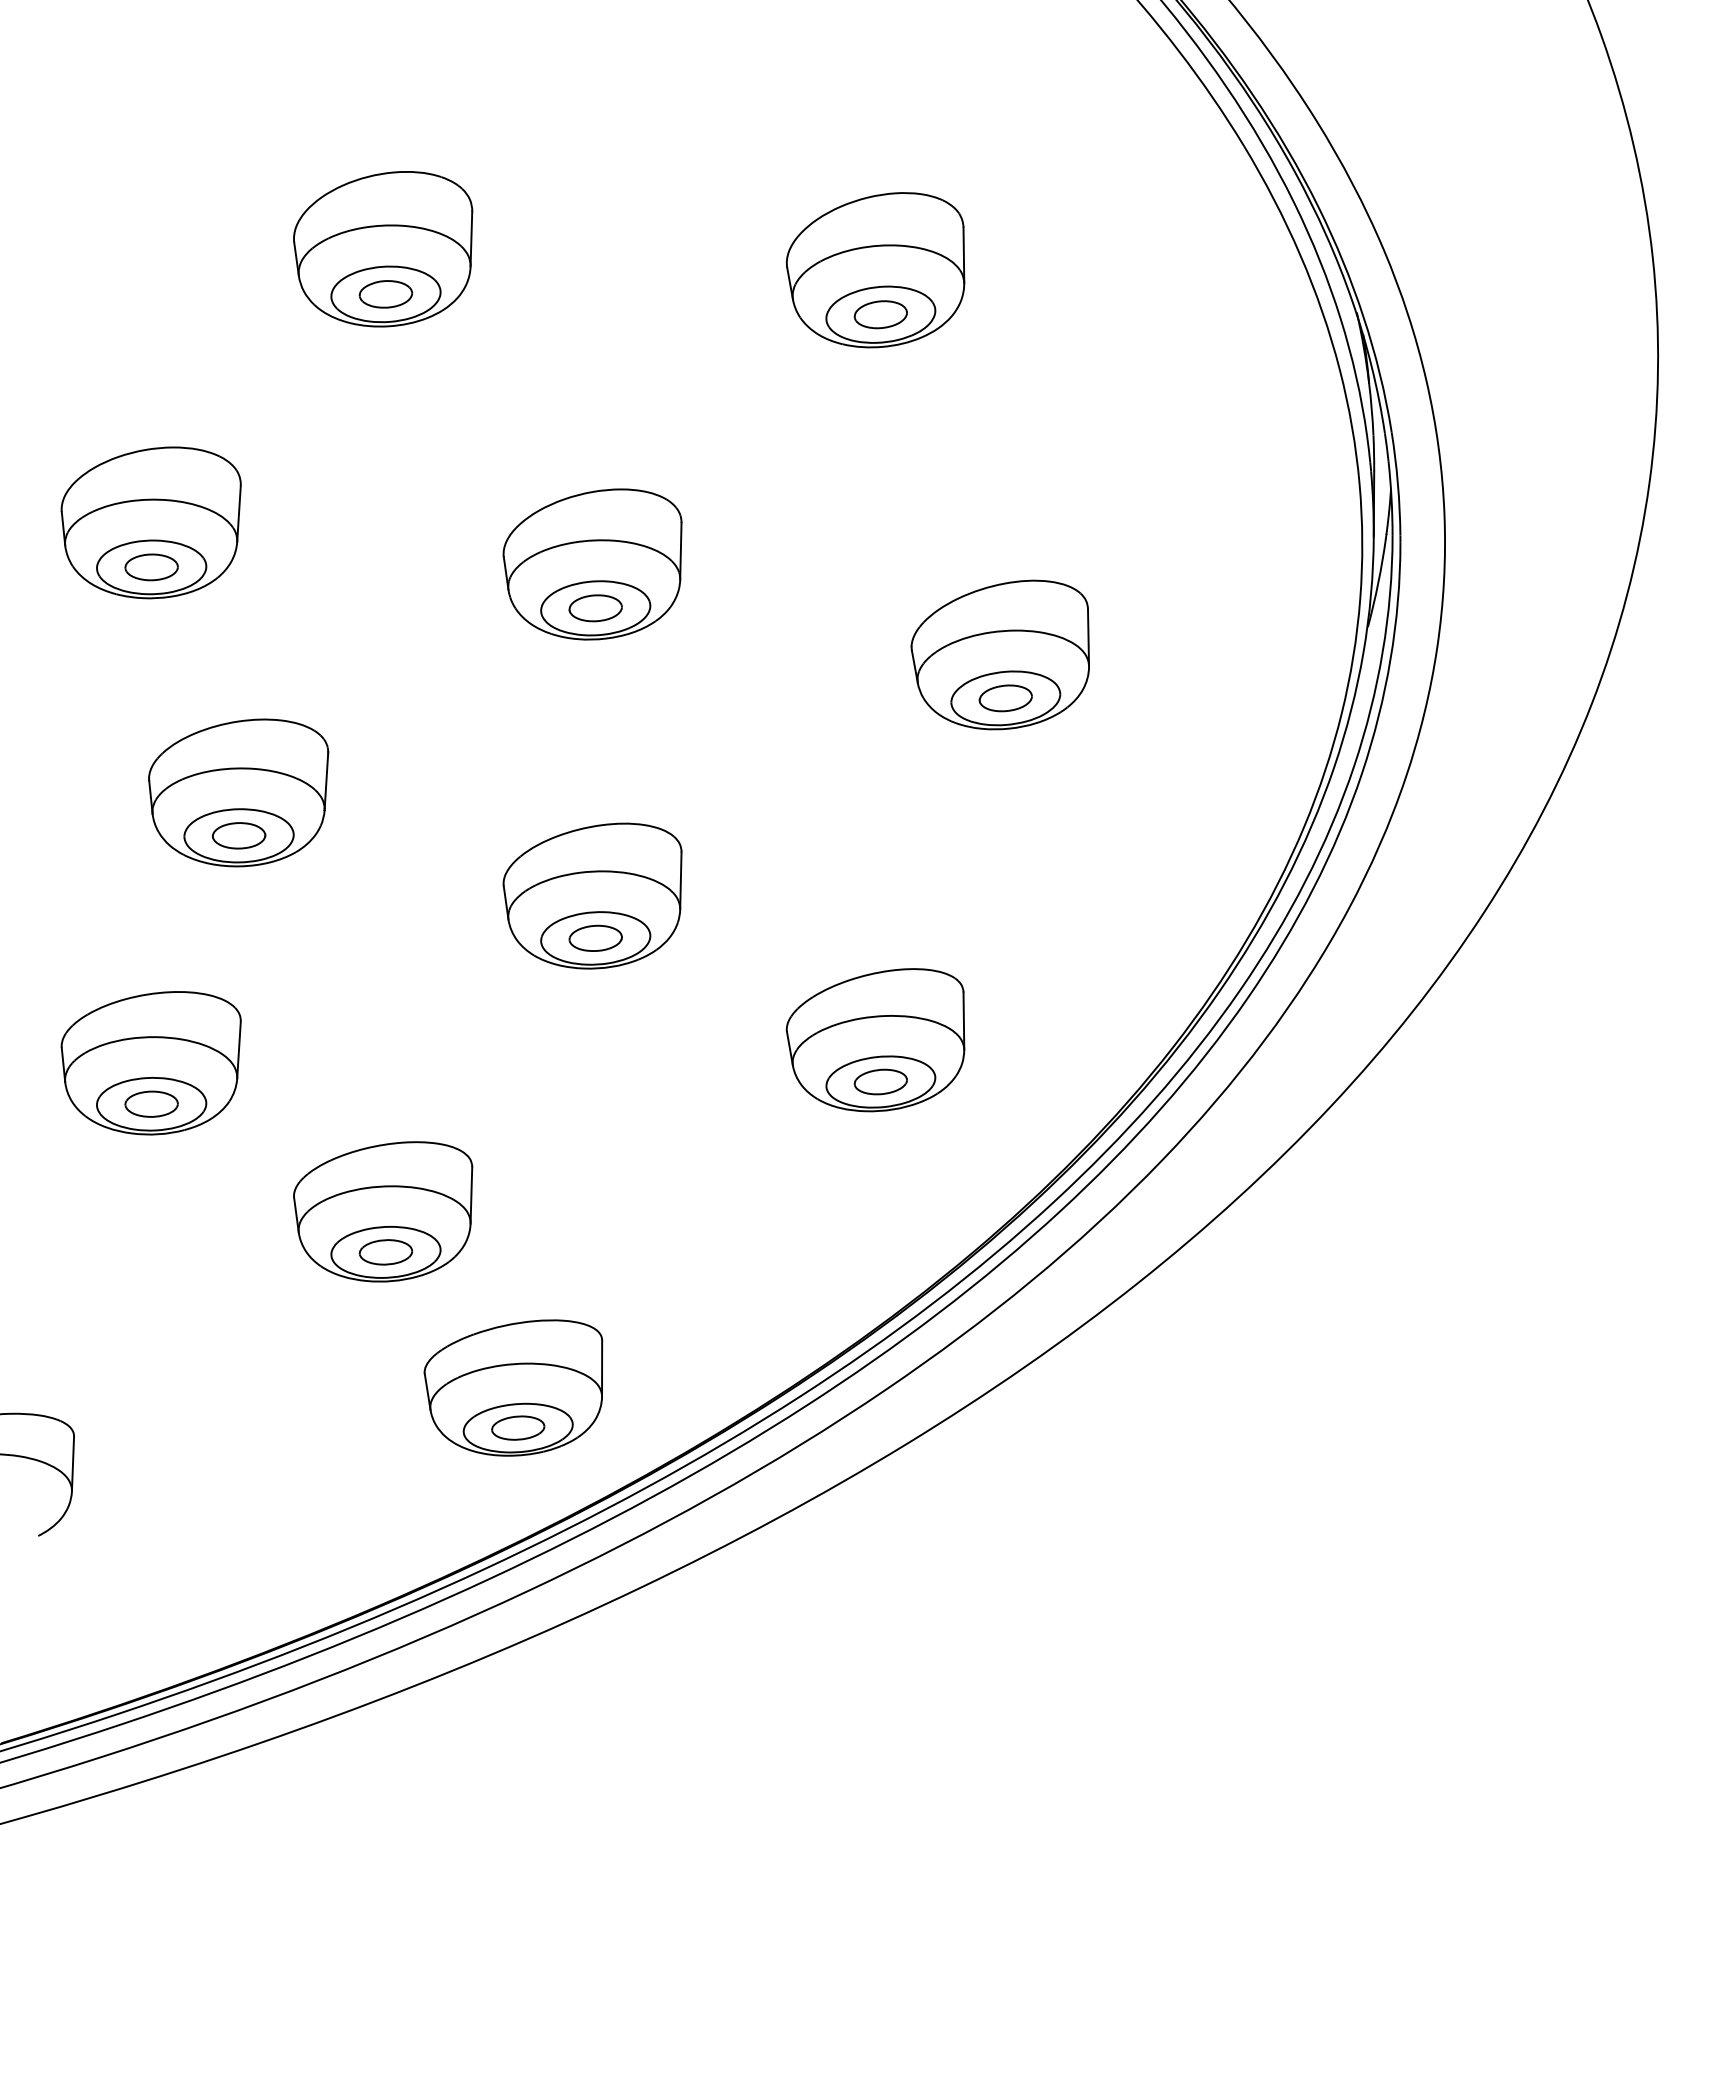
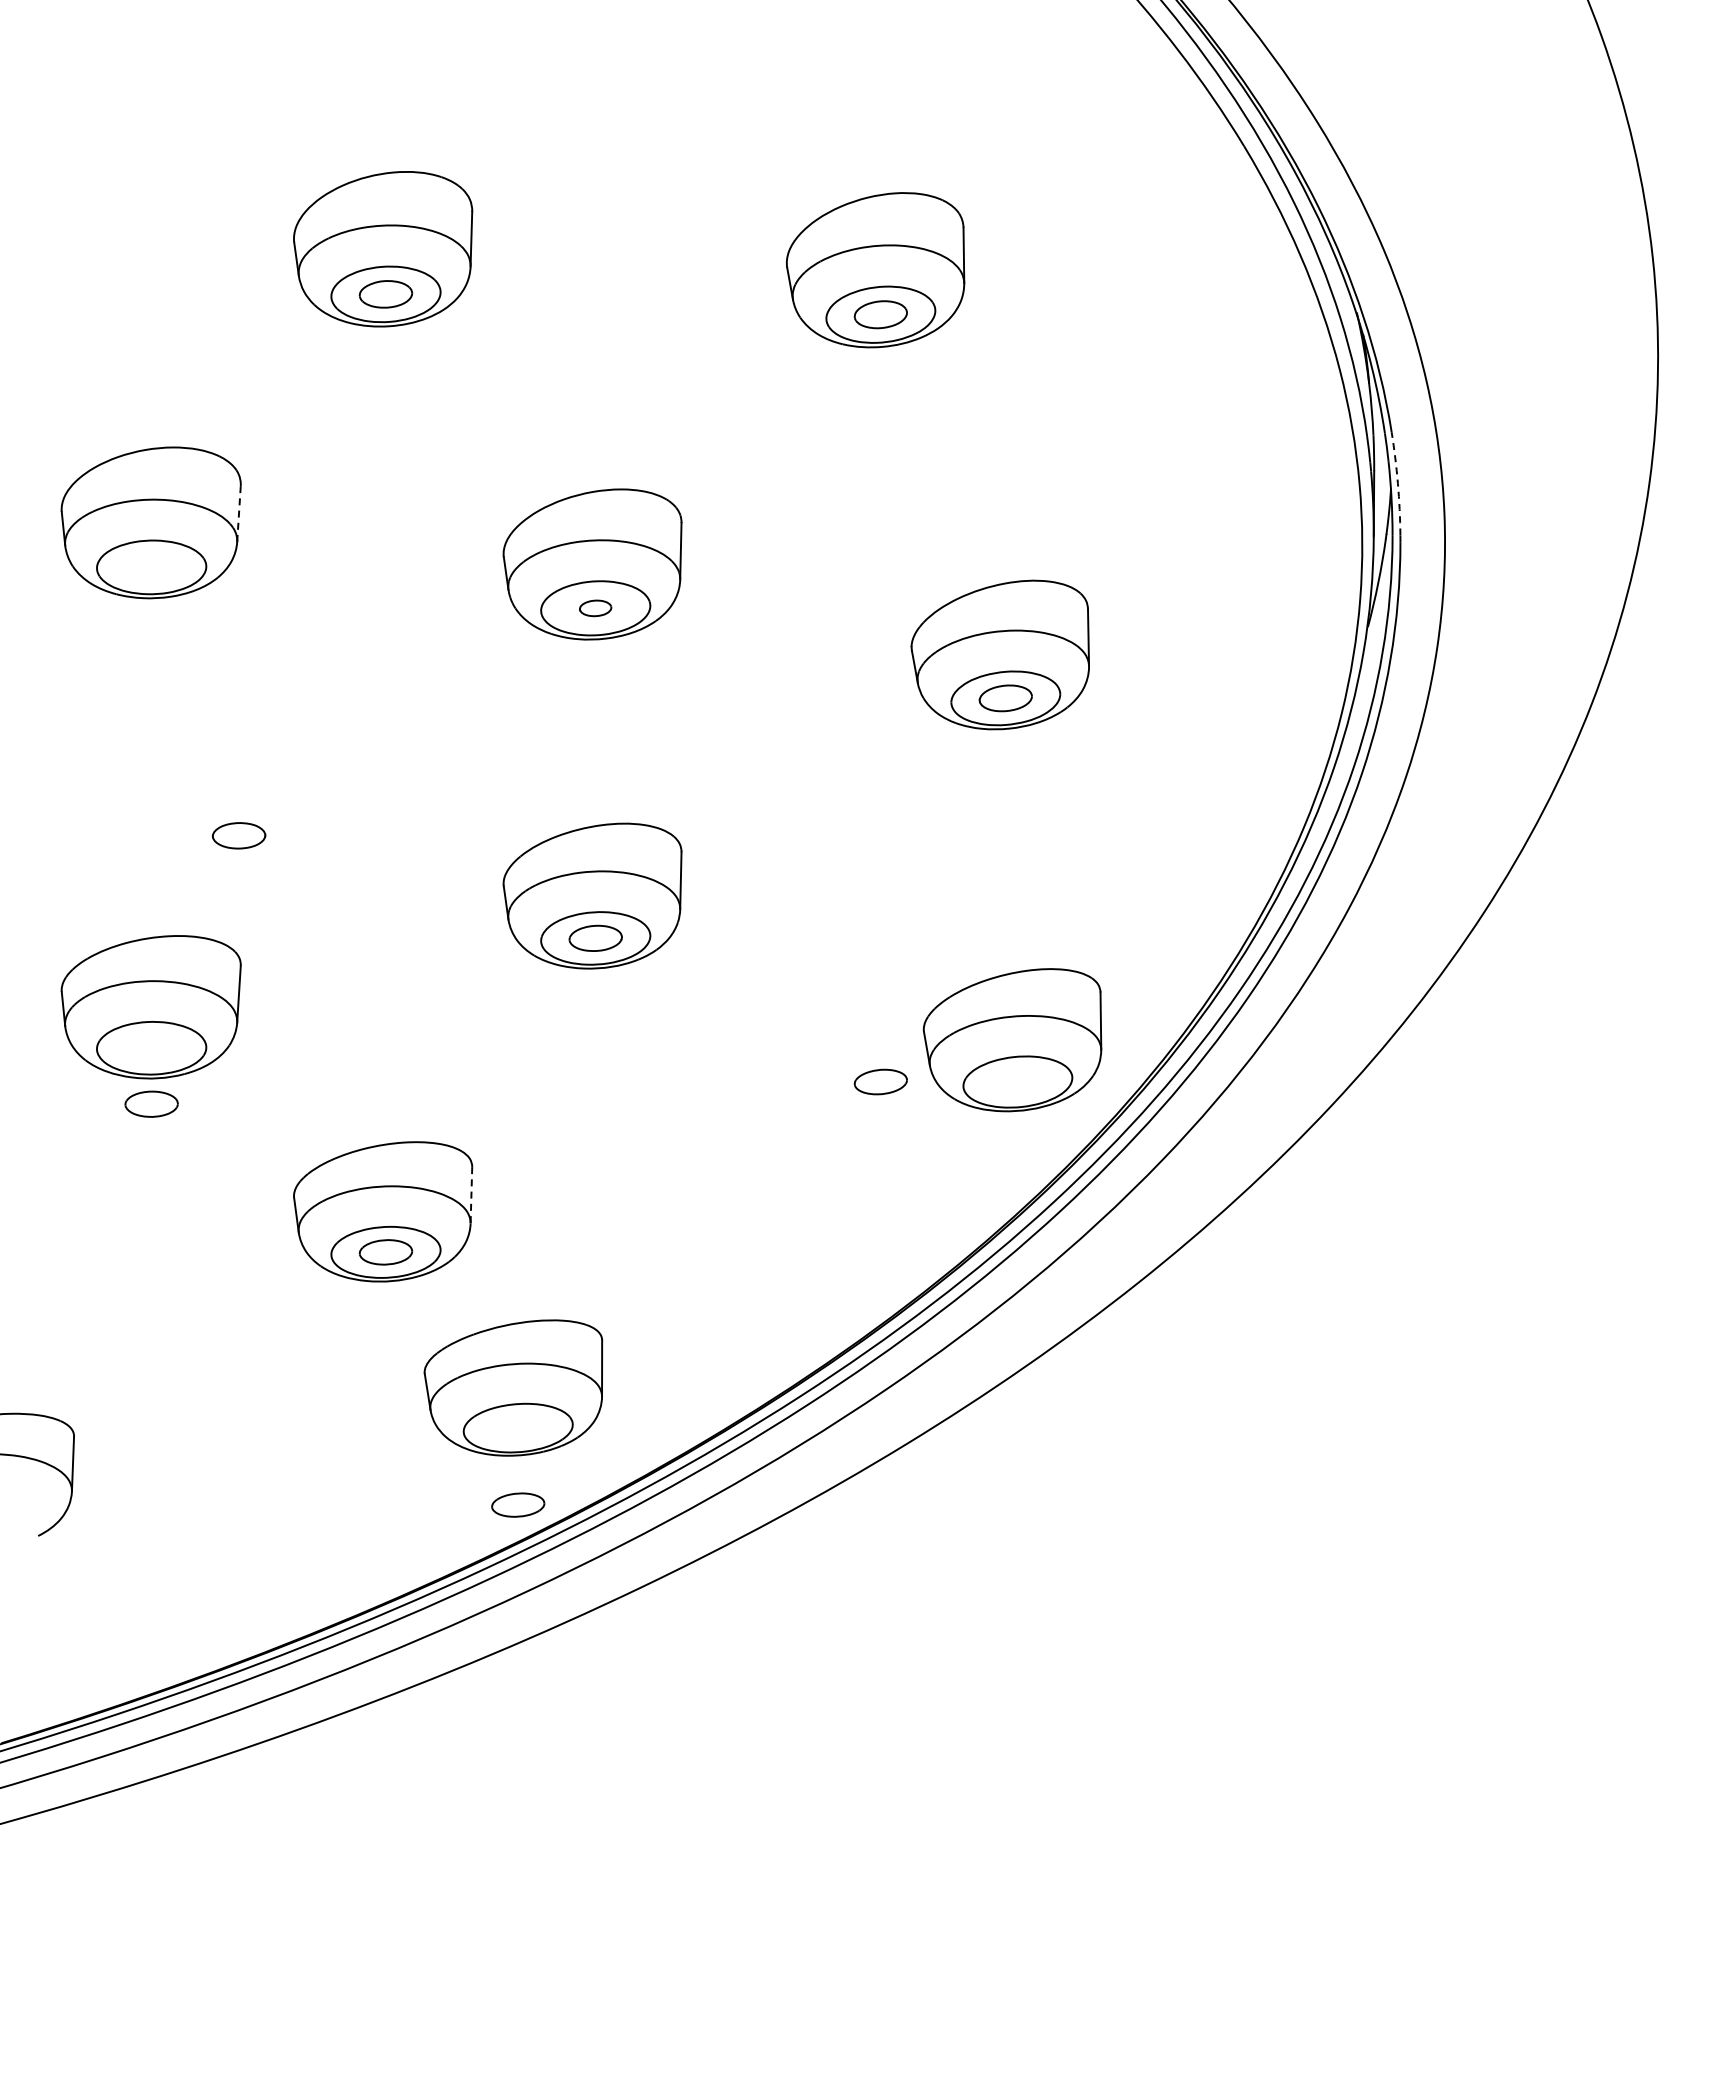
arc at (1397, 483): solid -> dashed
line at (239, 513): solid -> dashed
part at (151, 567): present -> none
part at (595, 608) size: 55x29 px -> 34x19 px
part at (238, 792): present -> none
part at (875, 1040) position: (875, 1040) -> (1012, 1040)
part at (150, 1063) position: (150, 1063) -> (150, 1007)
line at (471, 1195): solid -> dashed
part at (518, 1427) position: (518, 1427) -> (518, 1504)
